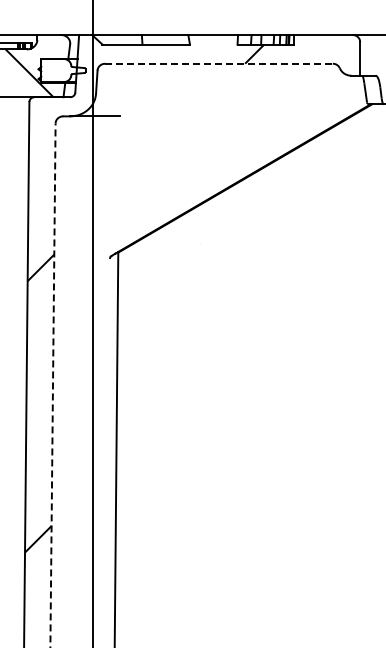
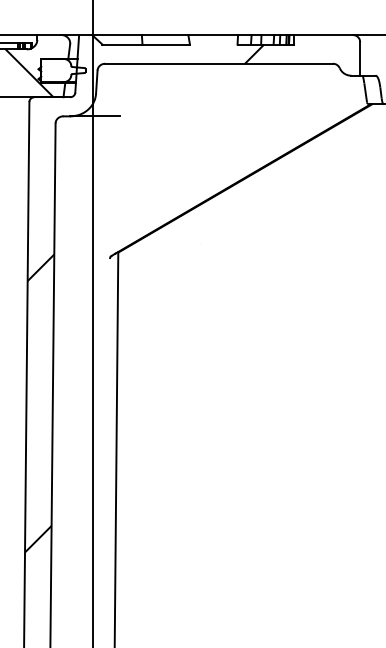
line at (219, 63): dashed -> solid
line at (53, 385): dashed -> solid
